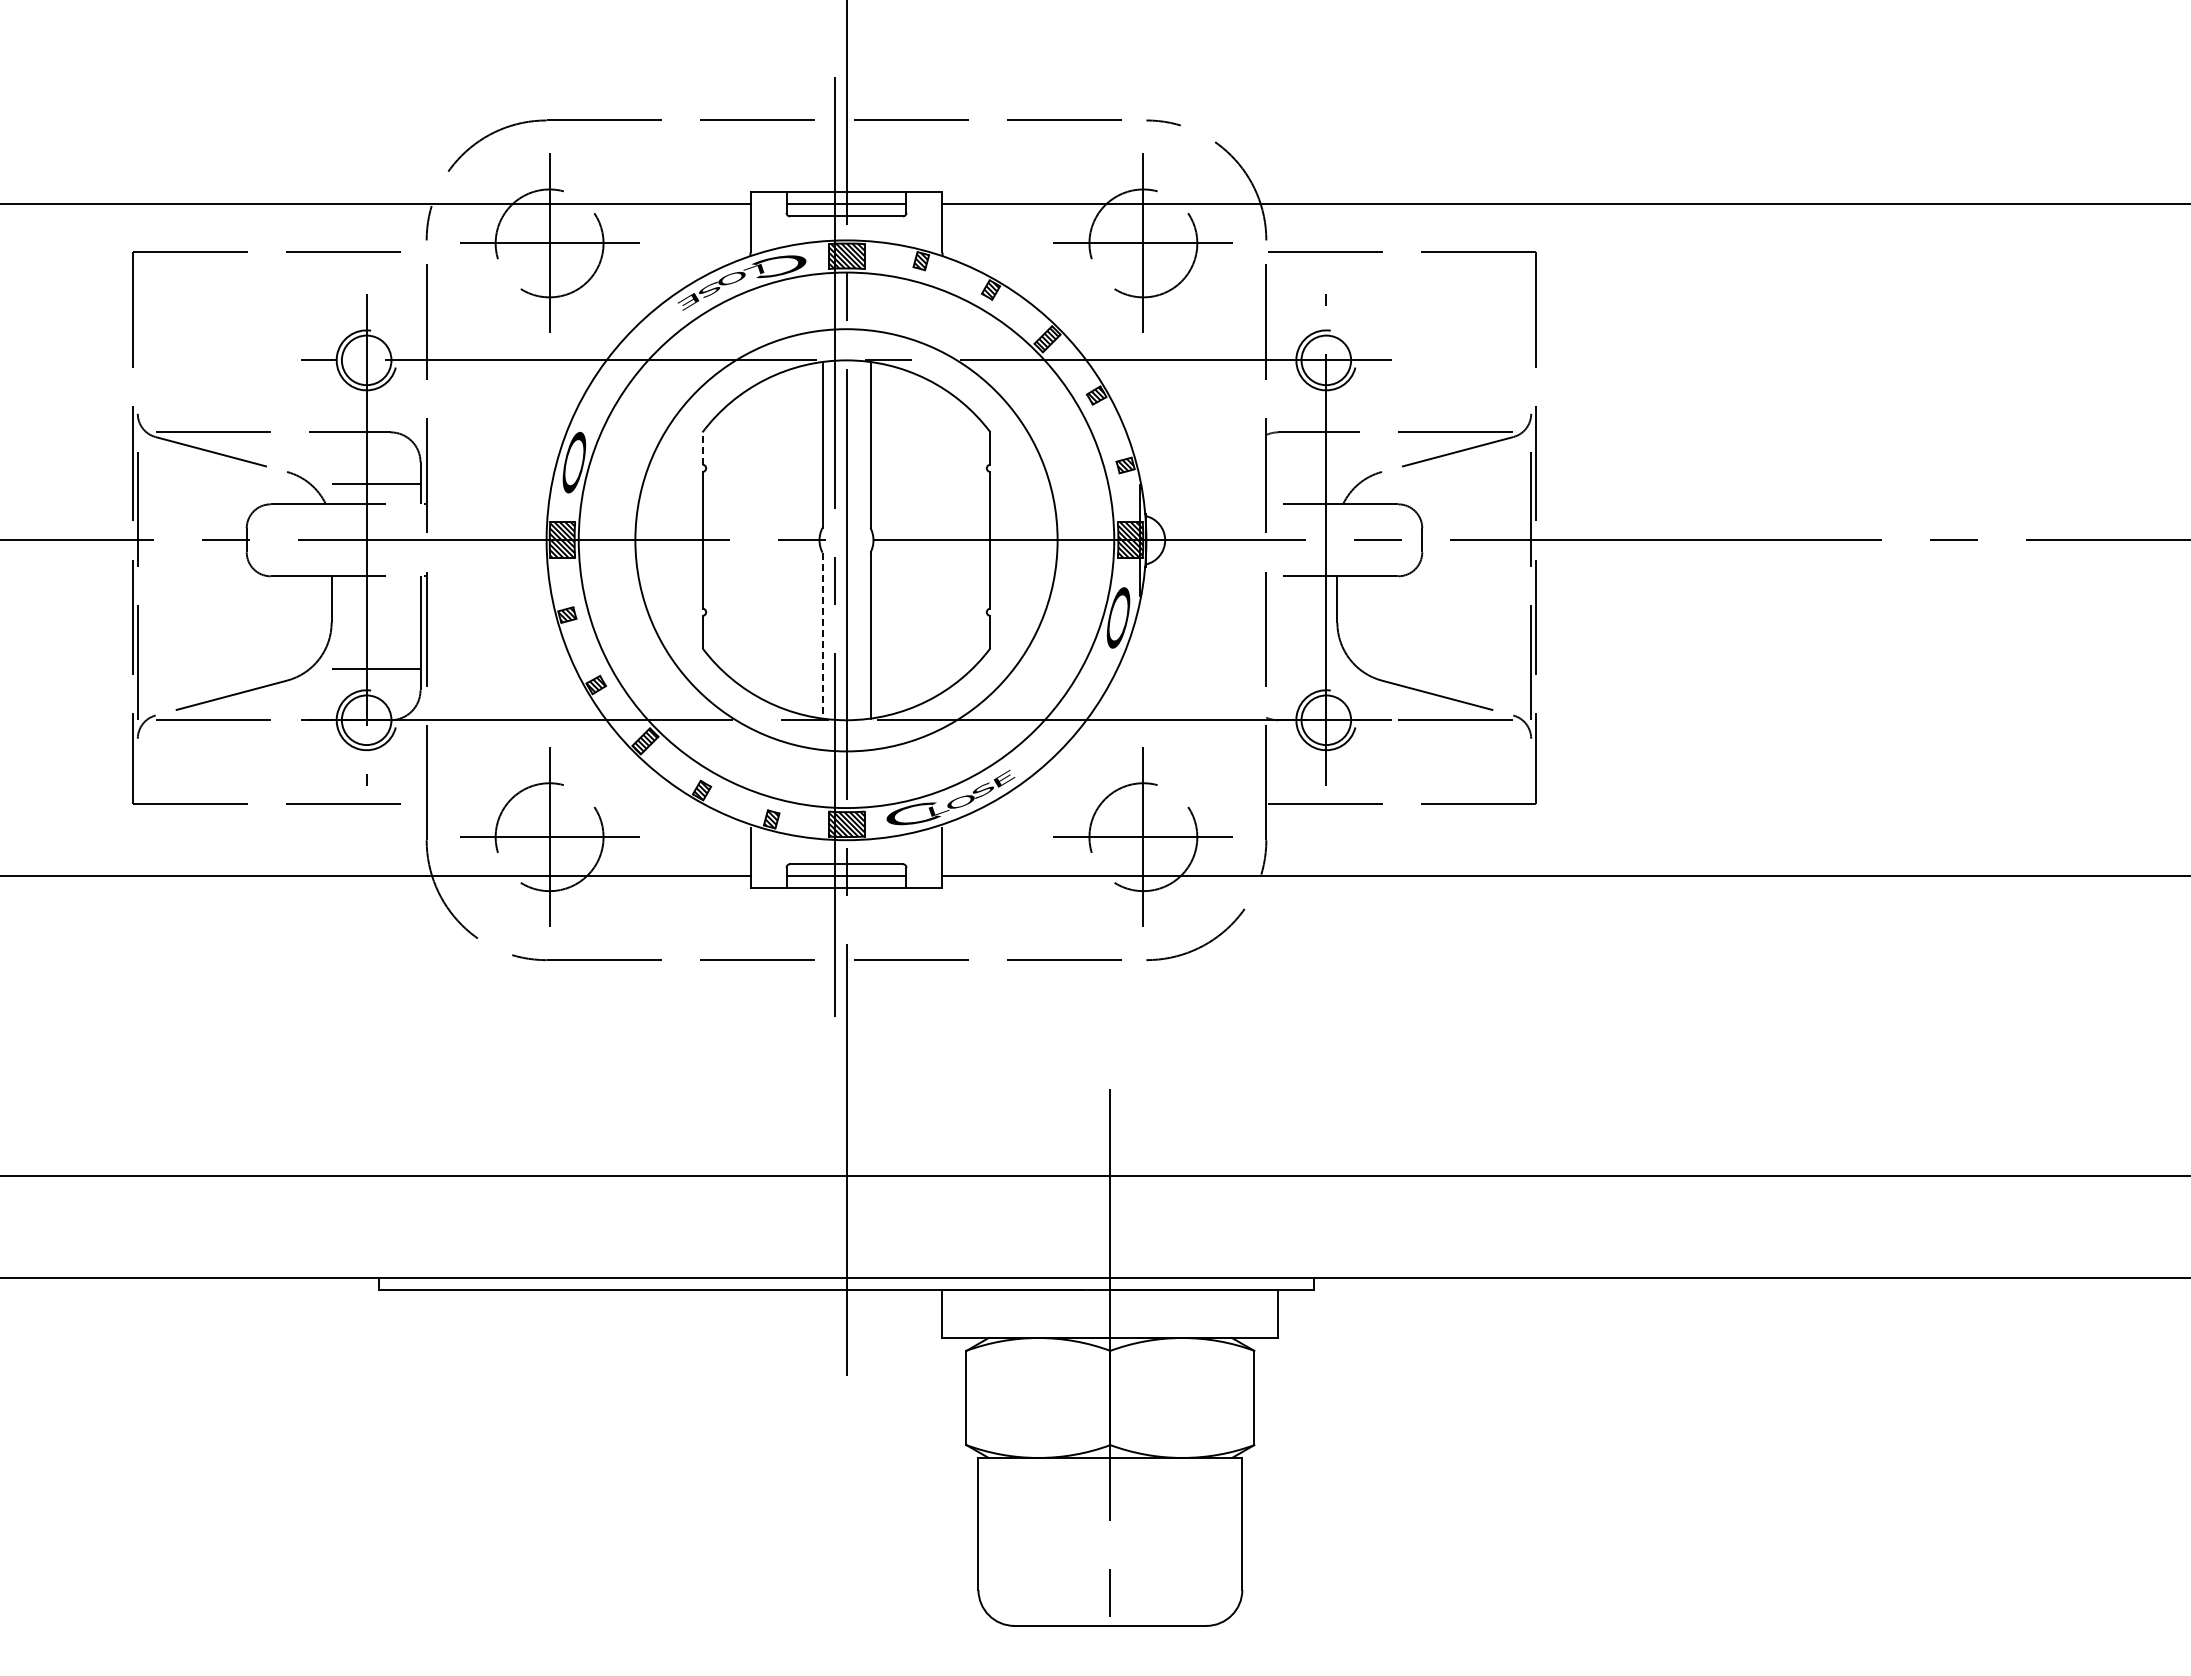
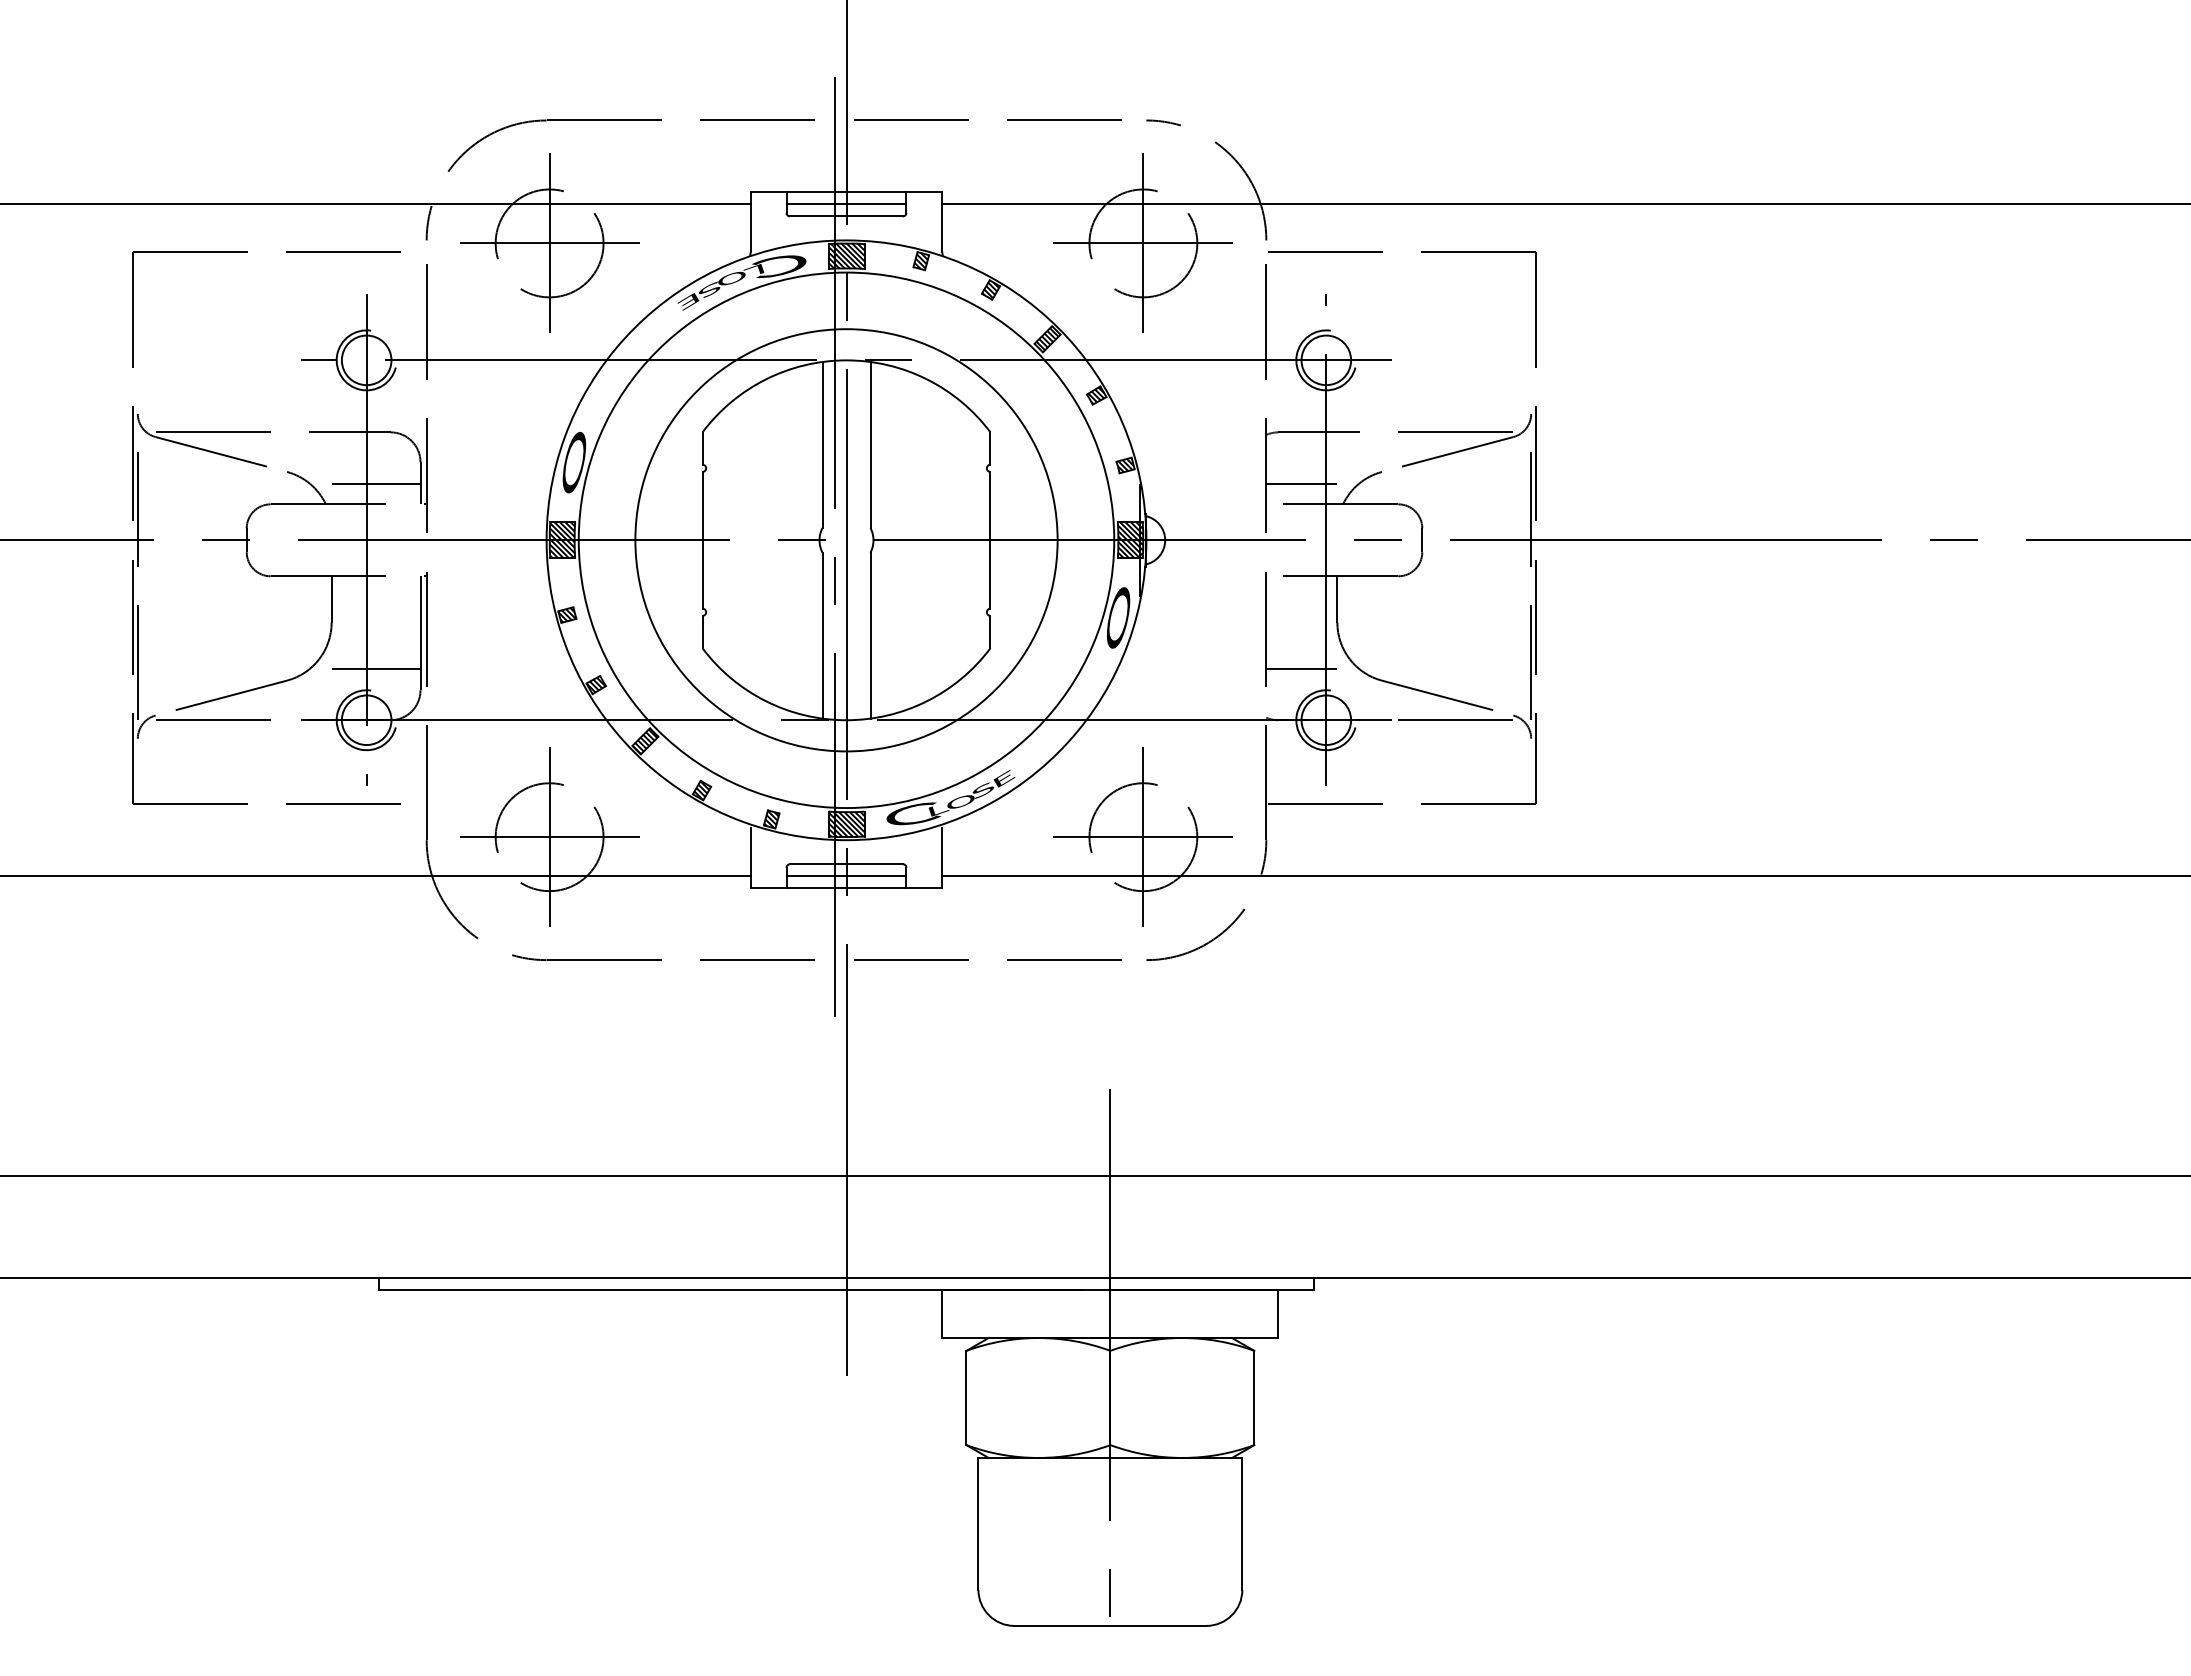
line at (702, 448): dashed -> solid
line at (1301, 483): none -> present
line at (822, 635): dashed -> solid
line at (1301, 668): none -> present
